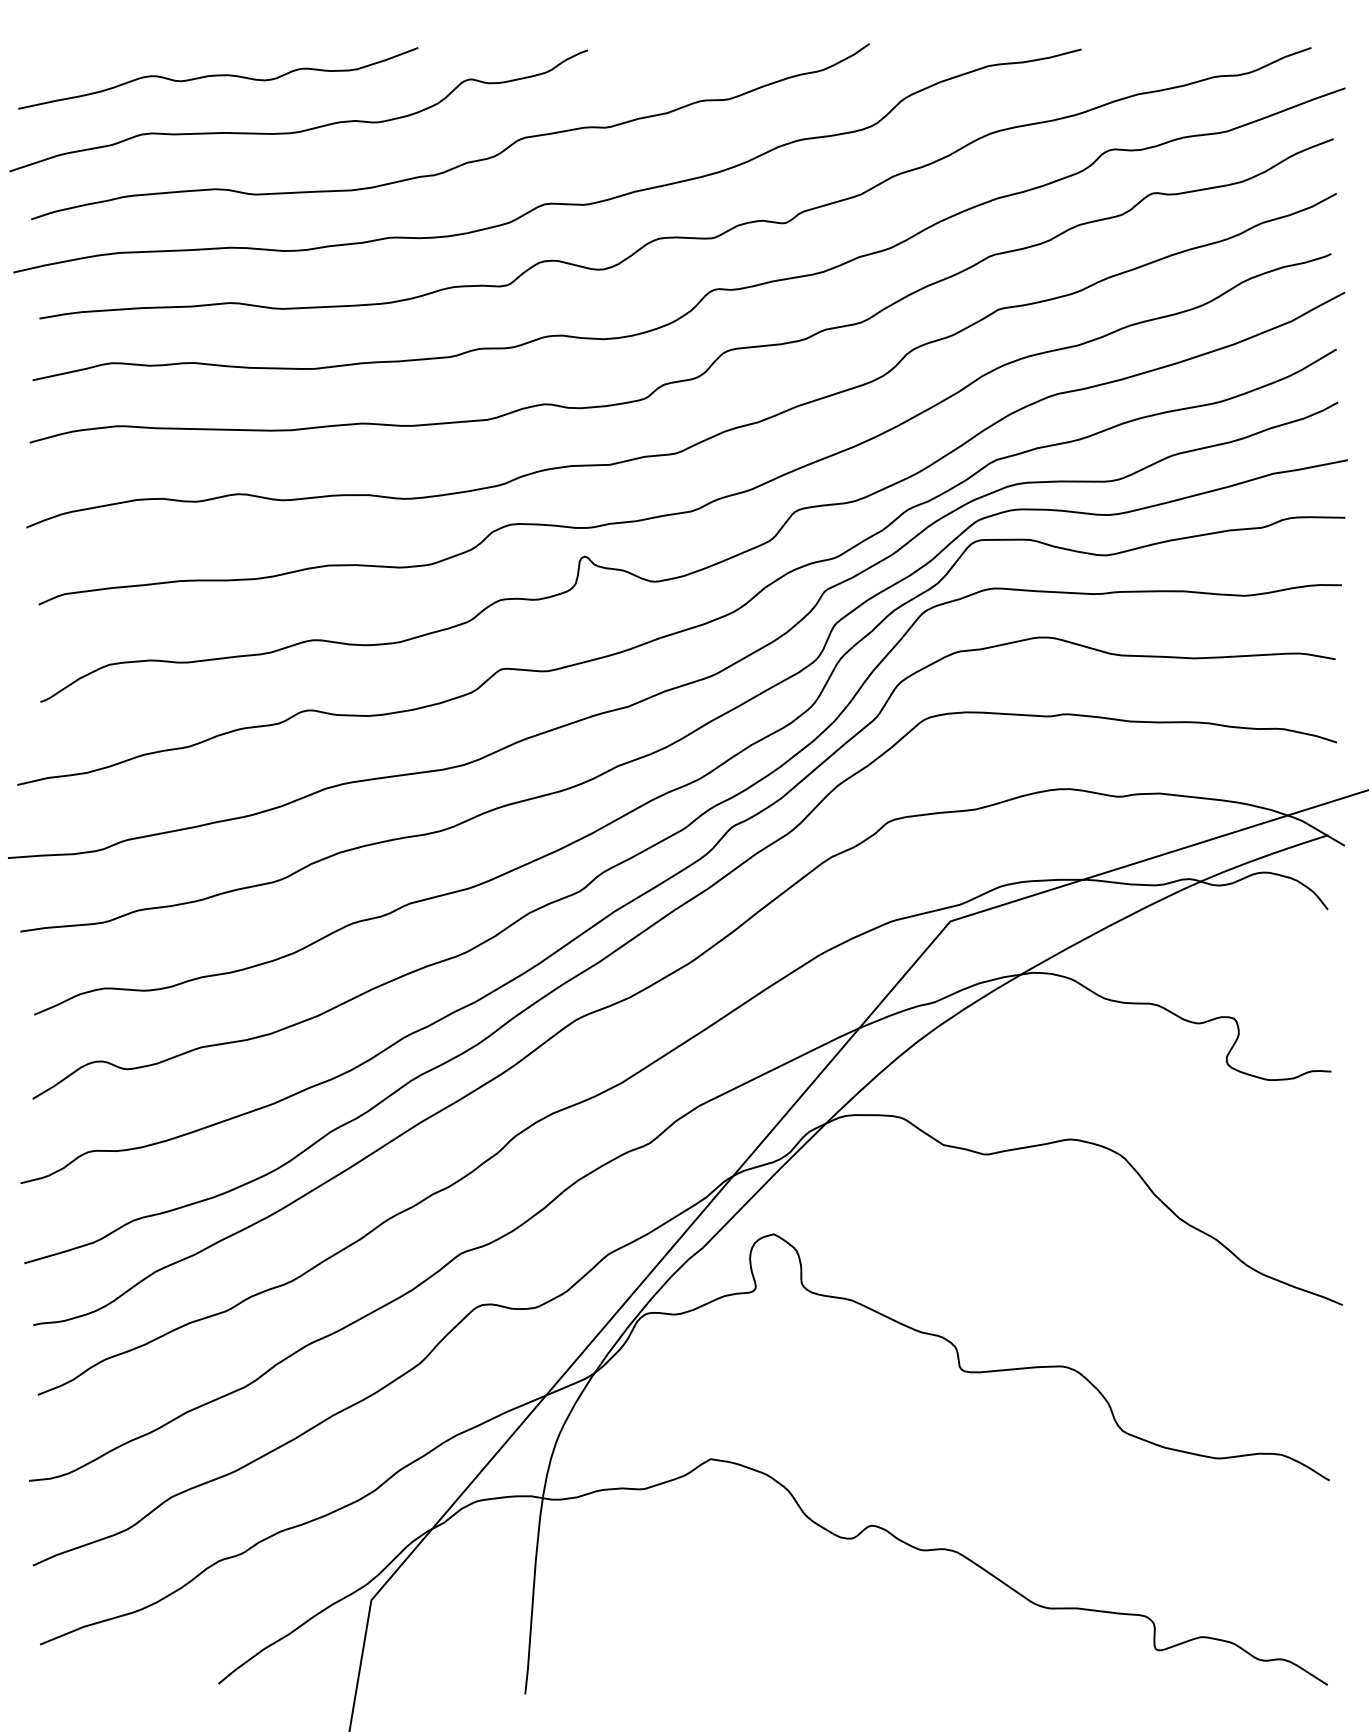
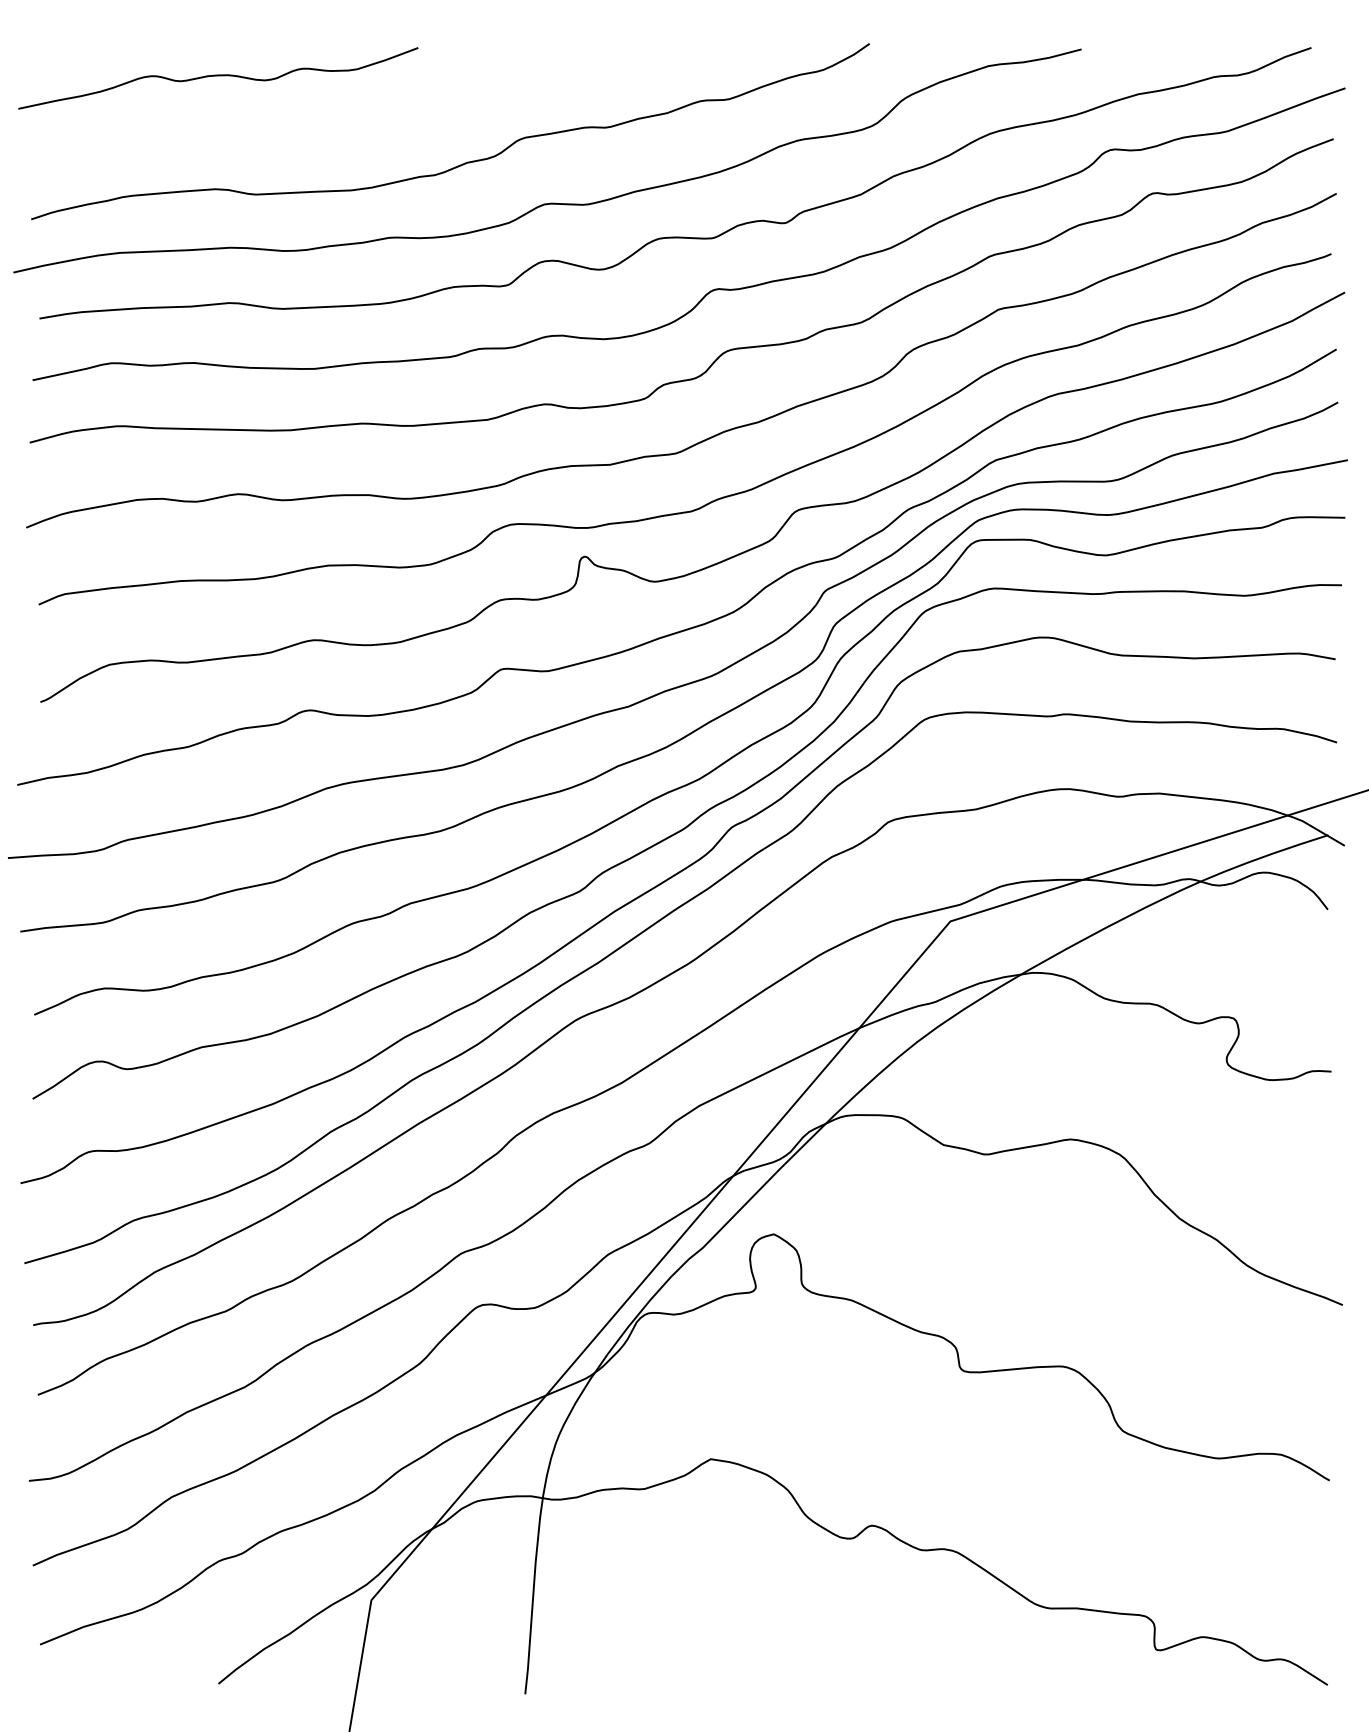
curve at (304, 129): present -> none
